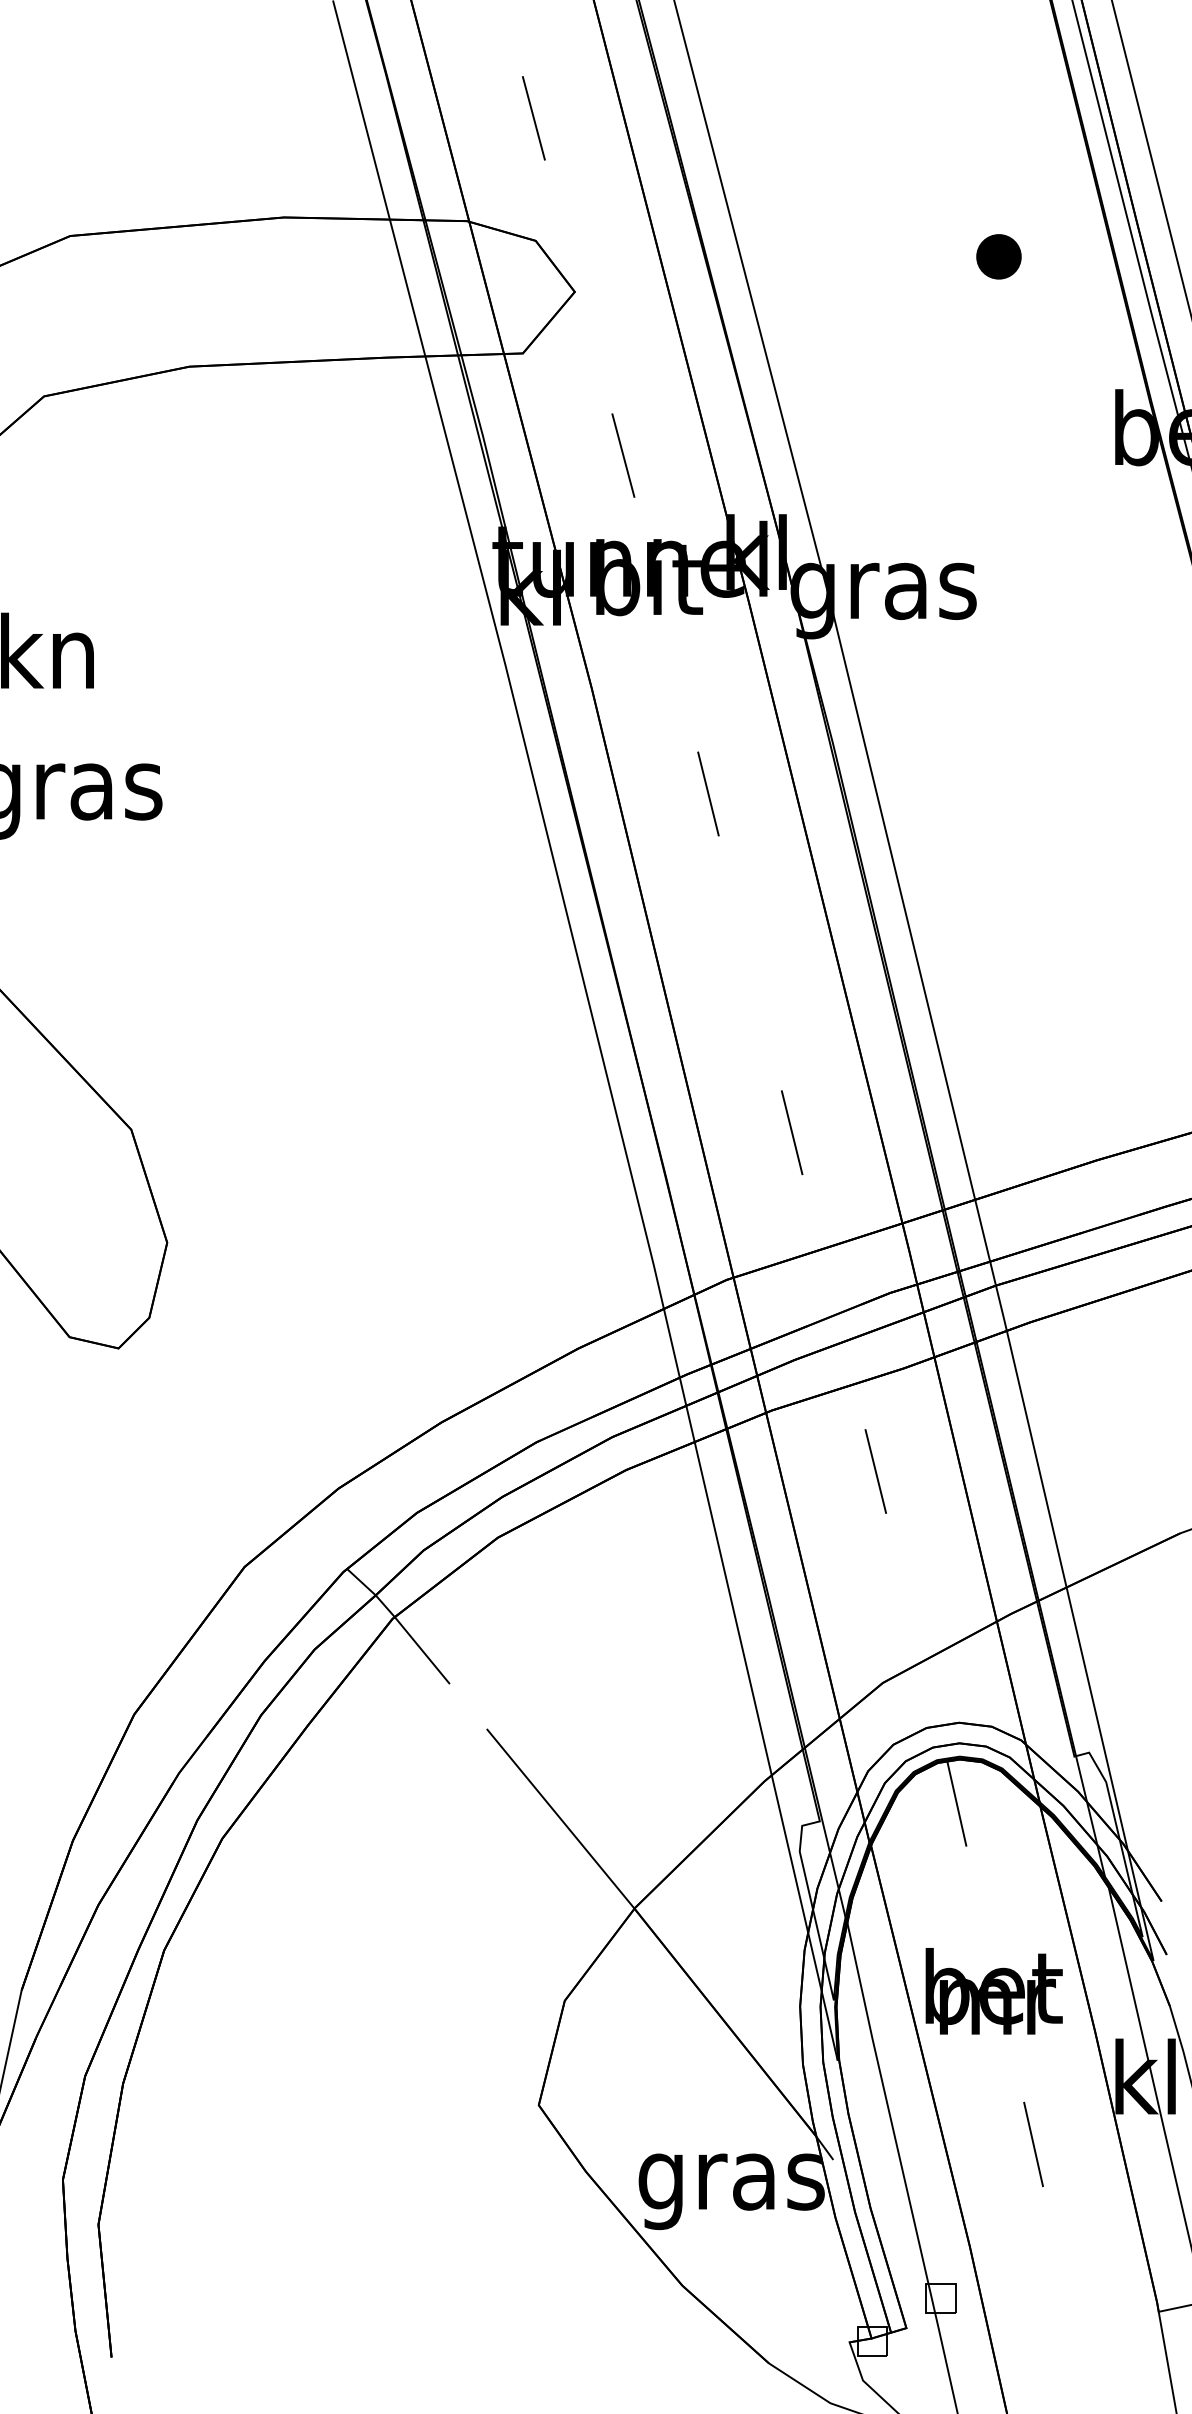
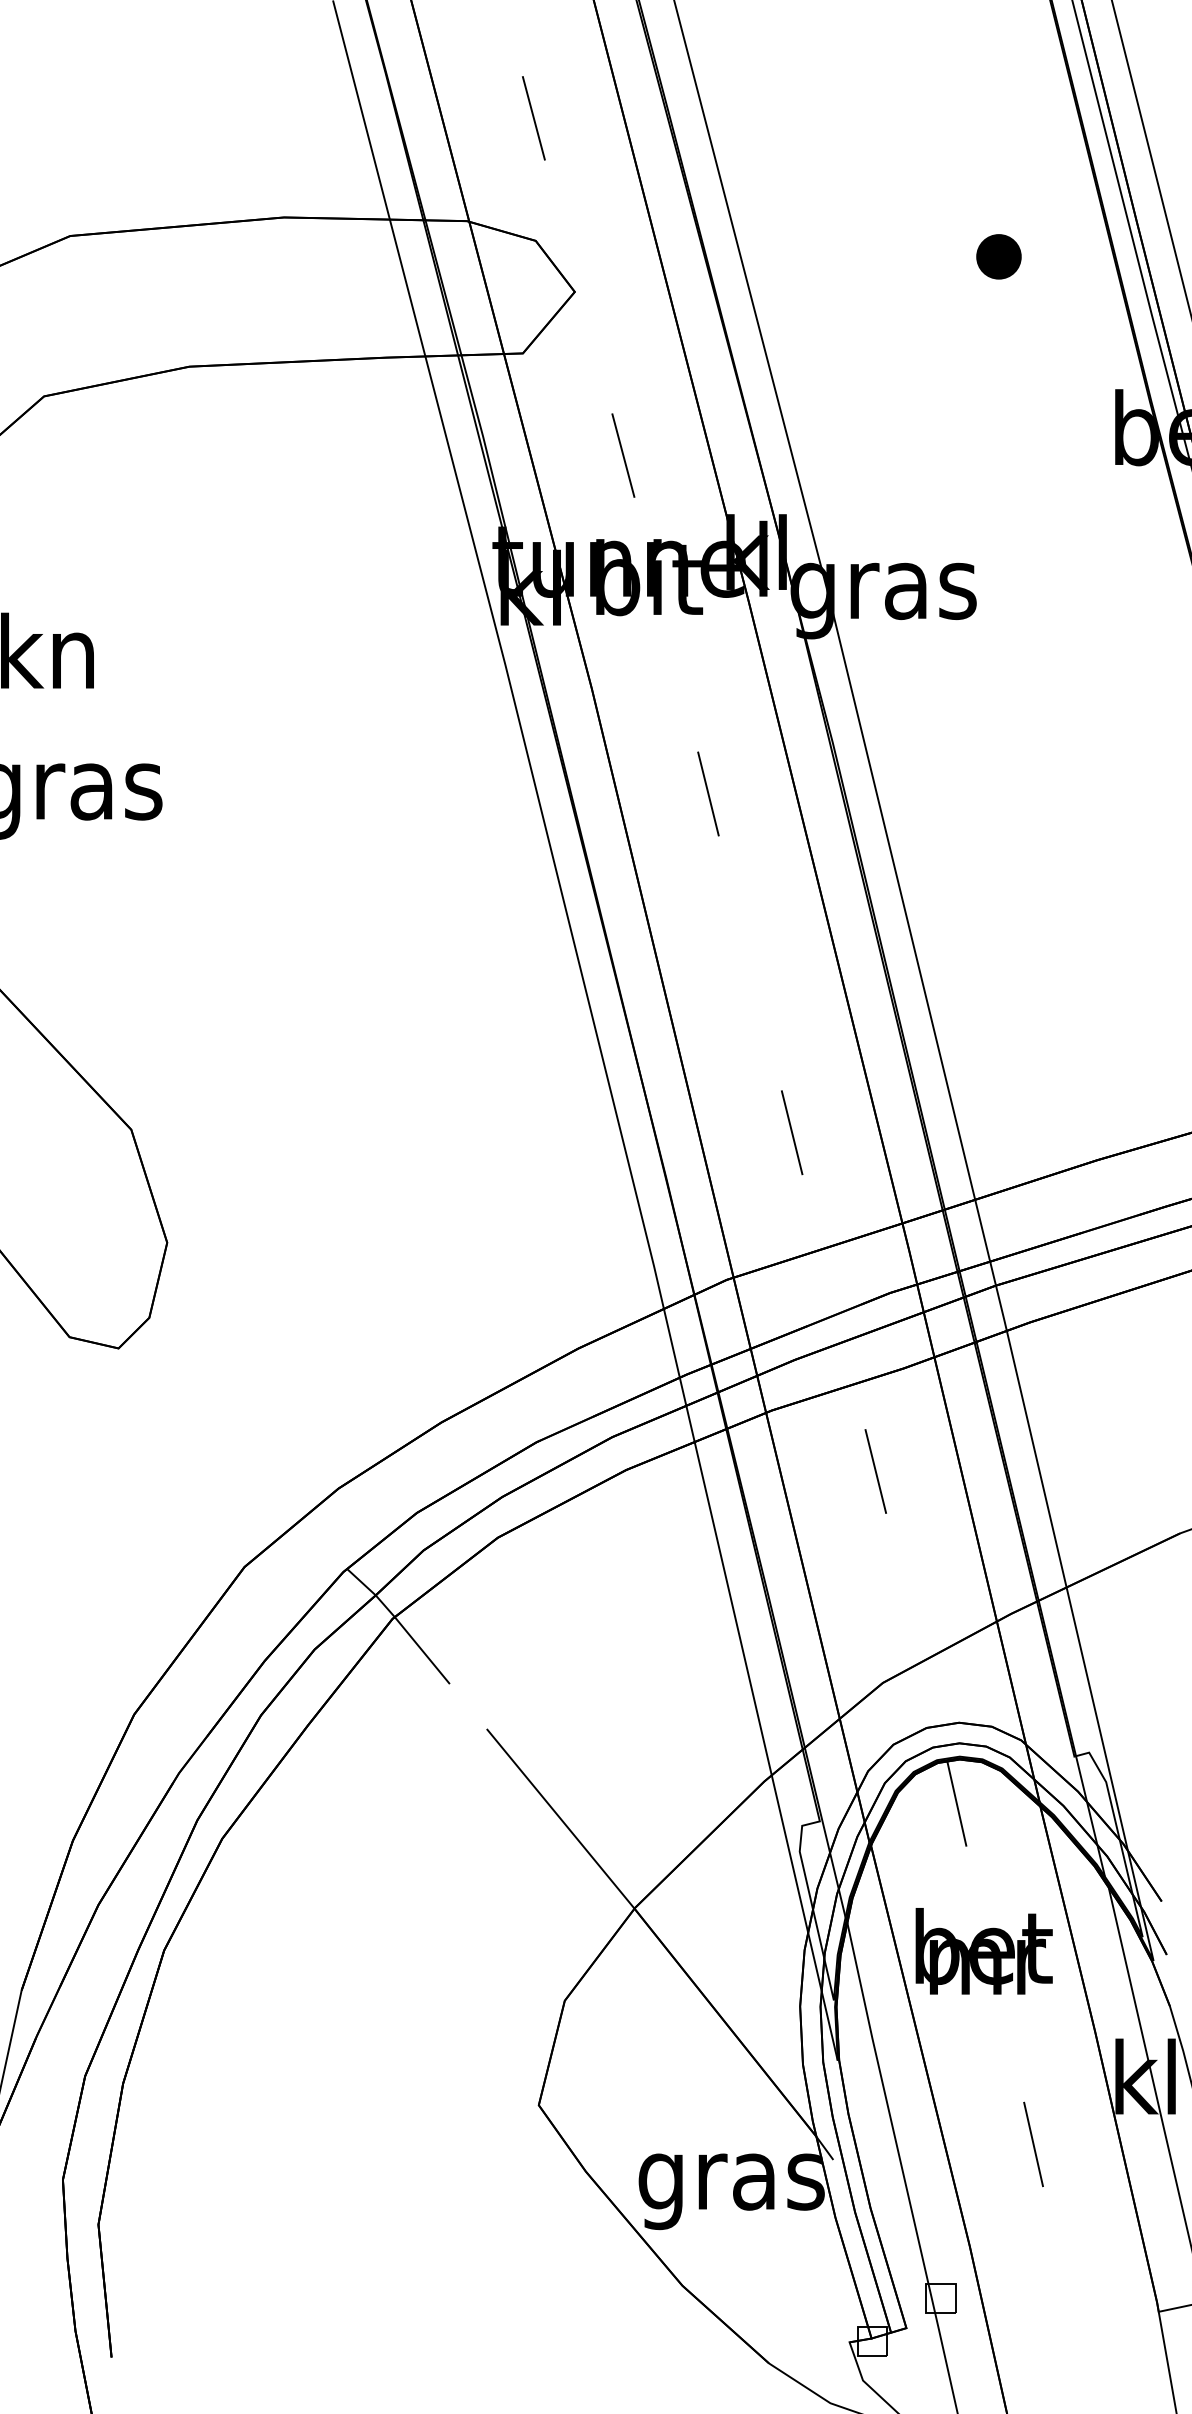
text at (993, 1991) position: (993, 1991) -> (983, 1951)
